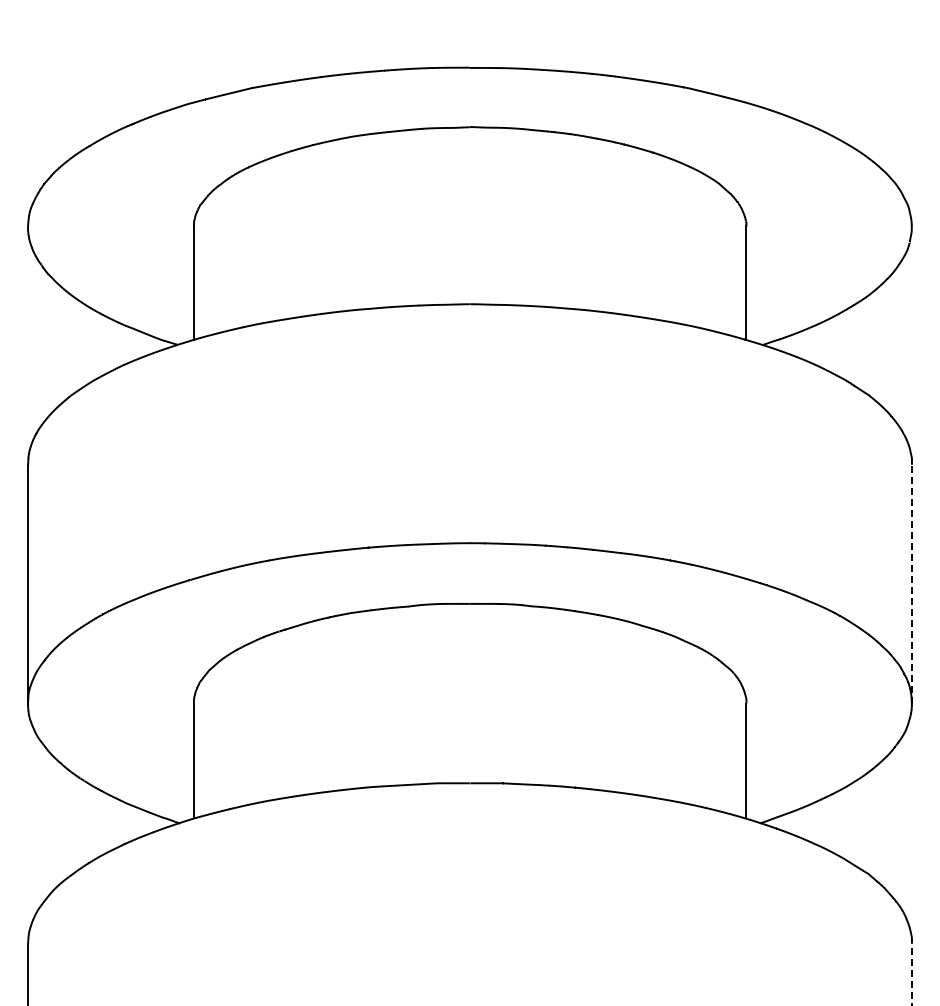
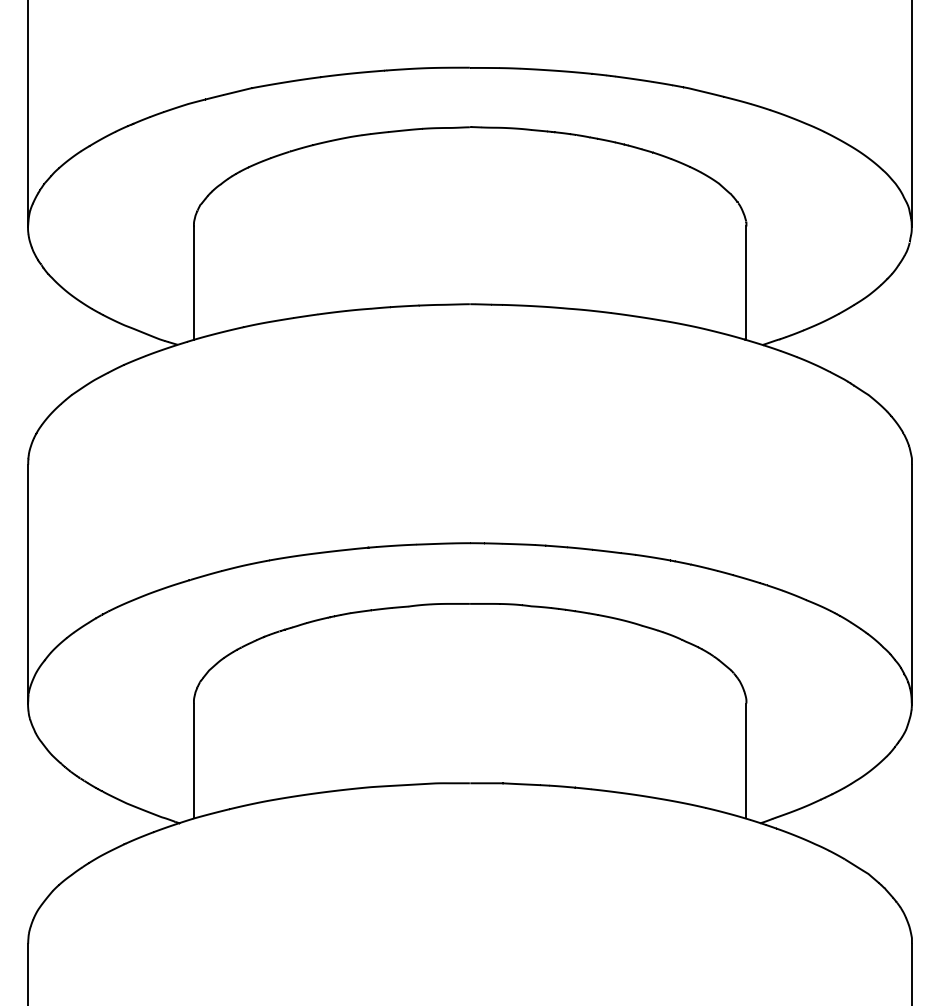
line at (27, 114): none -> present
line at (911, 114): none -> present
line at (911, 583): dashed -> solid
line at (911, 974): dashed -> solid
